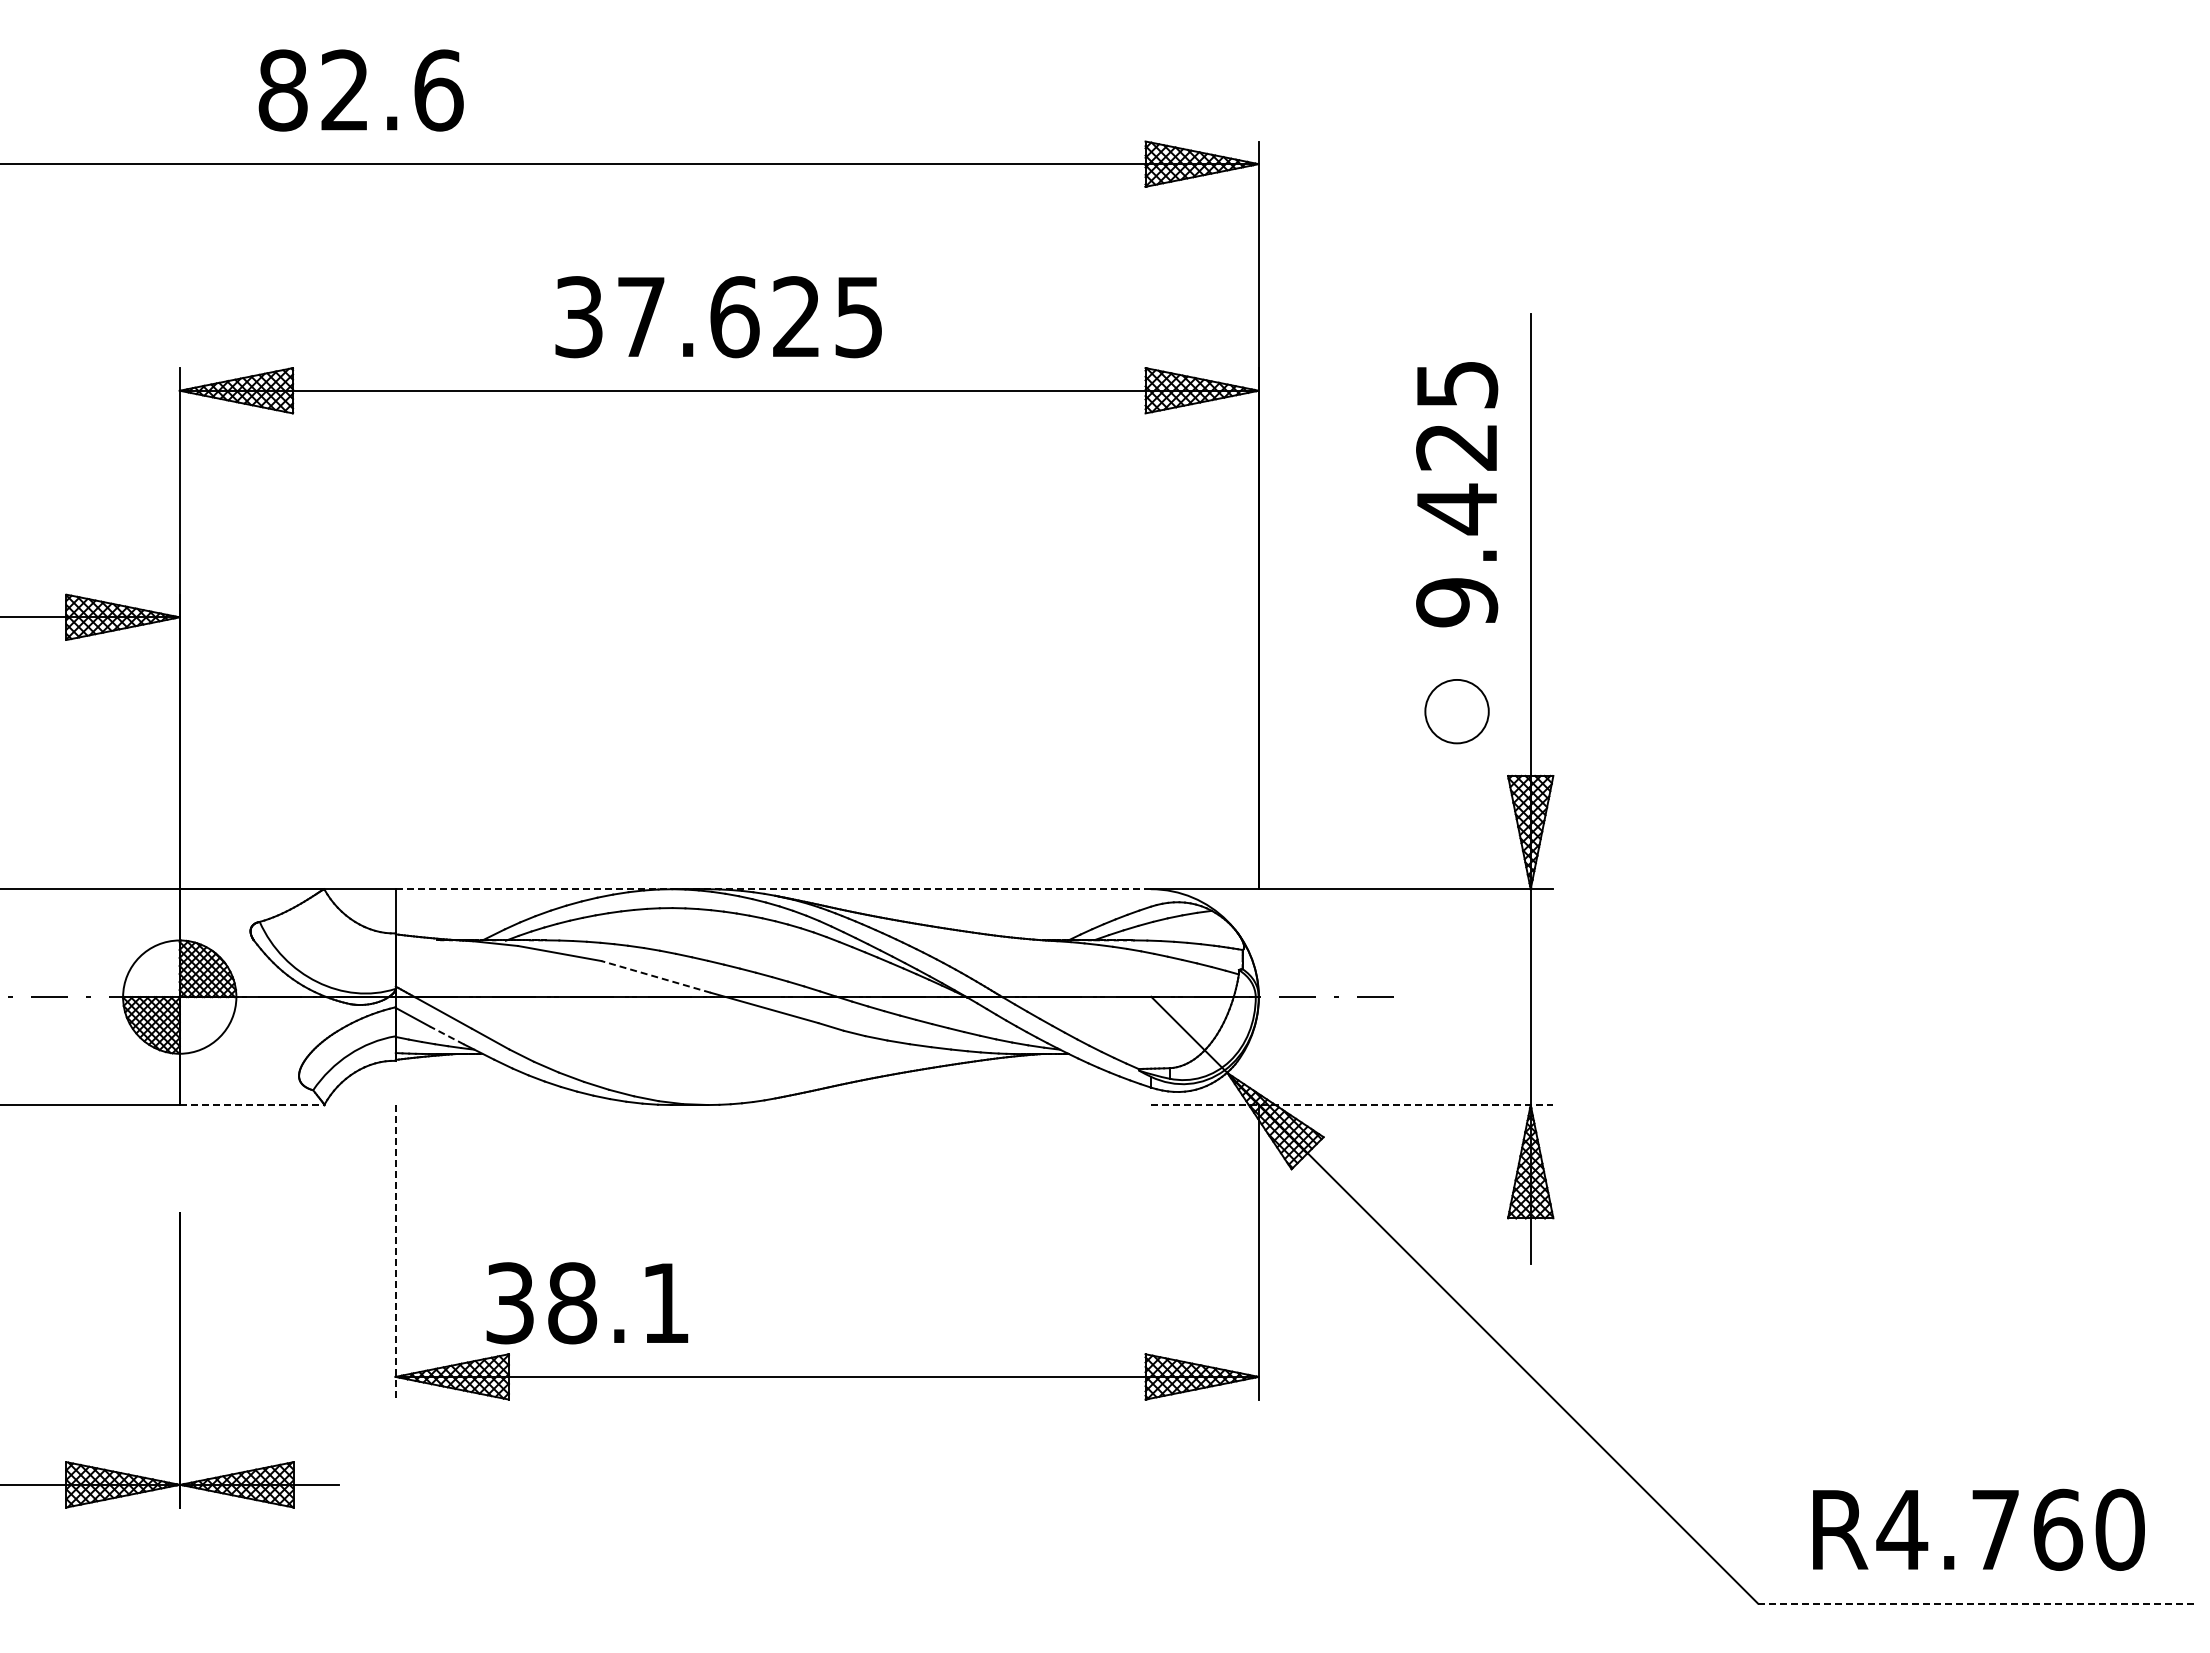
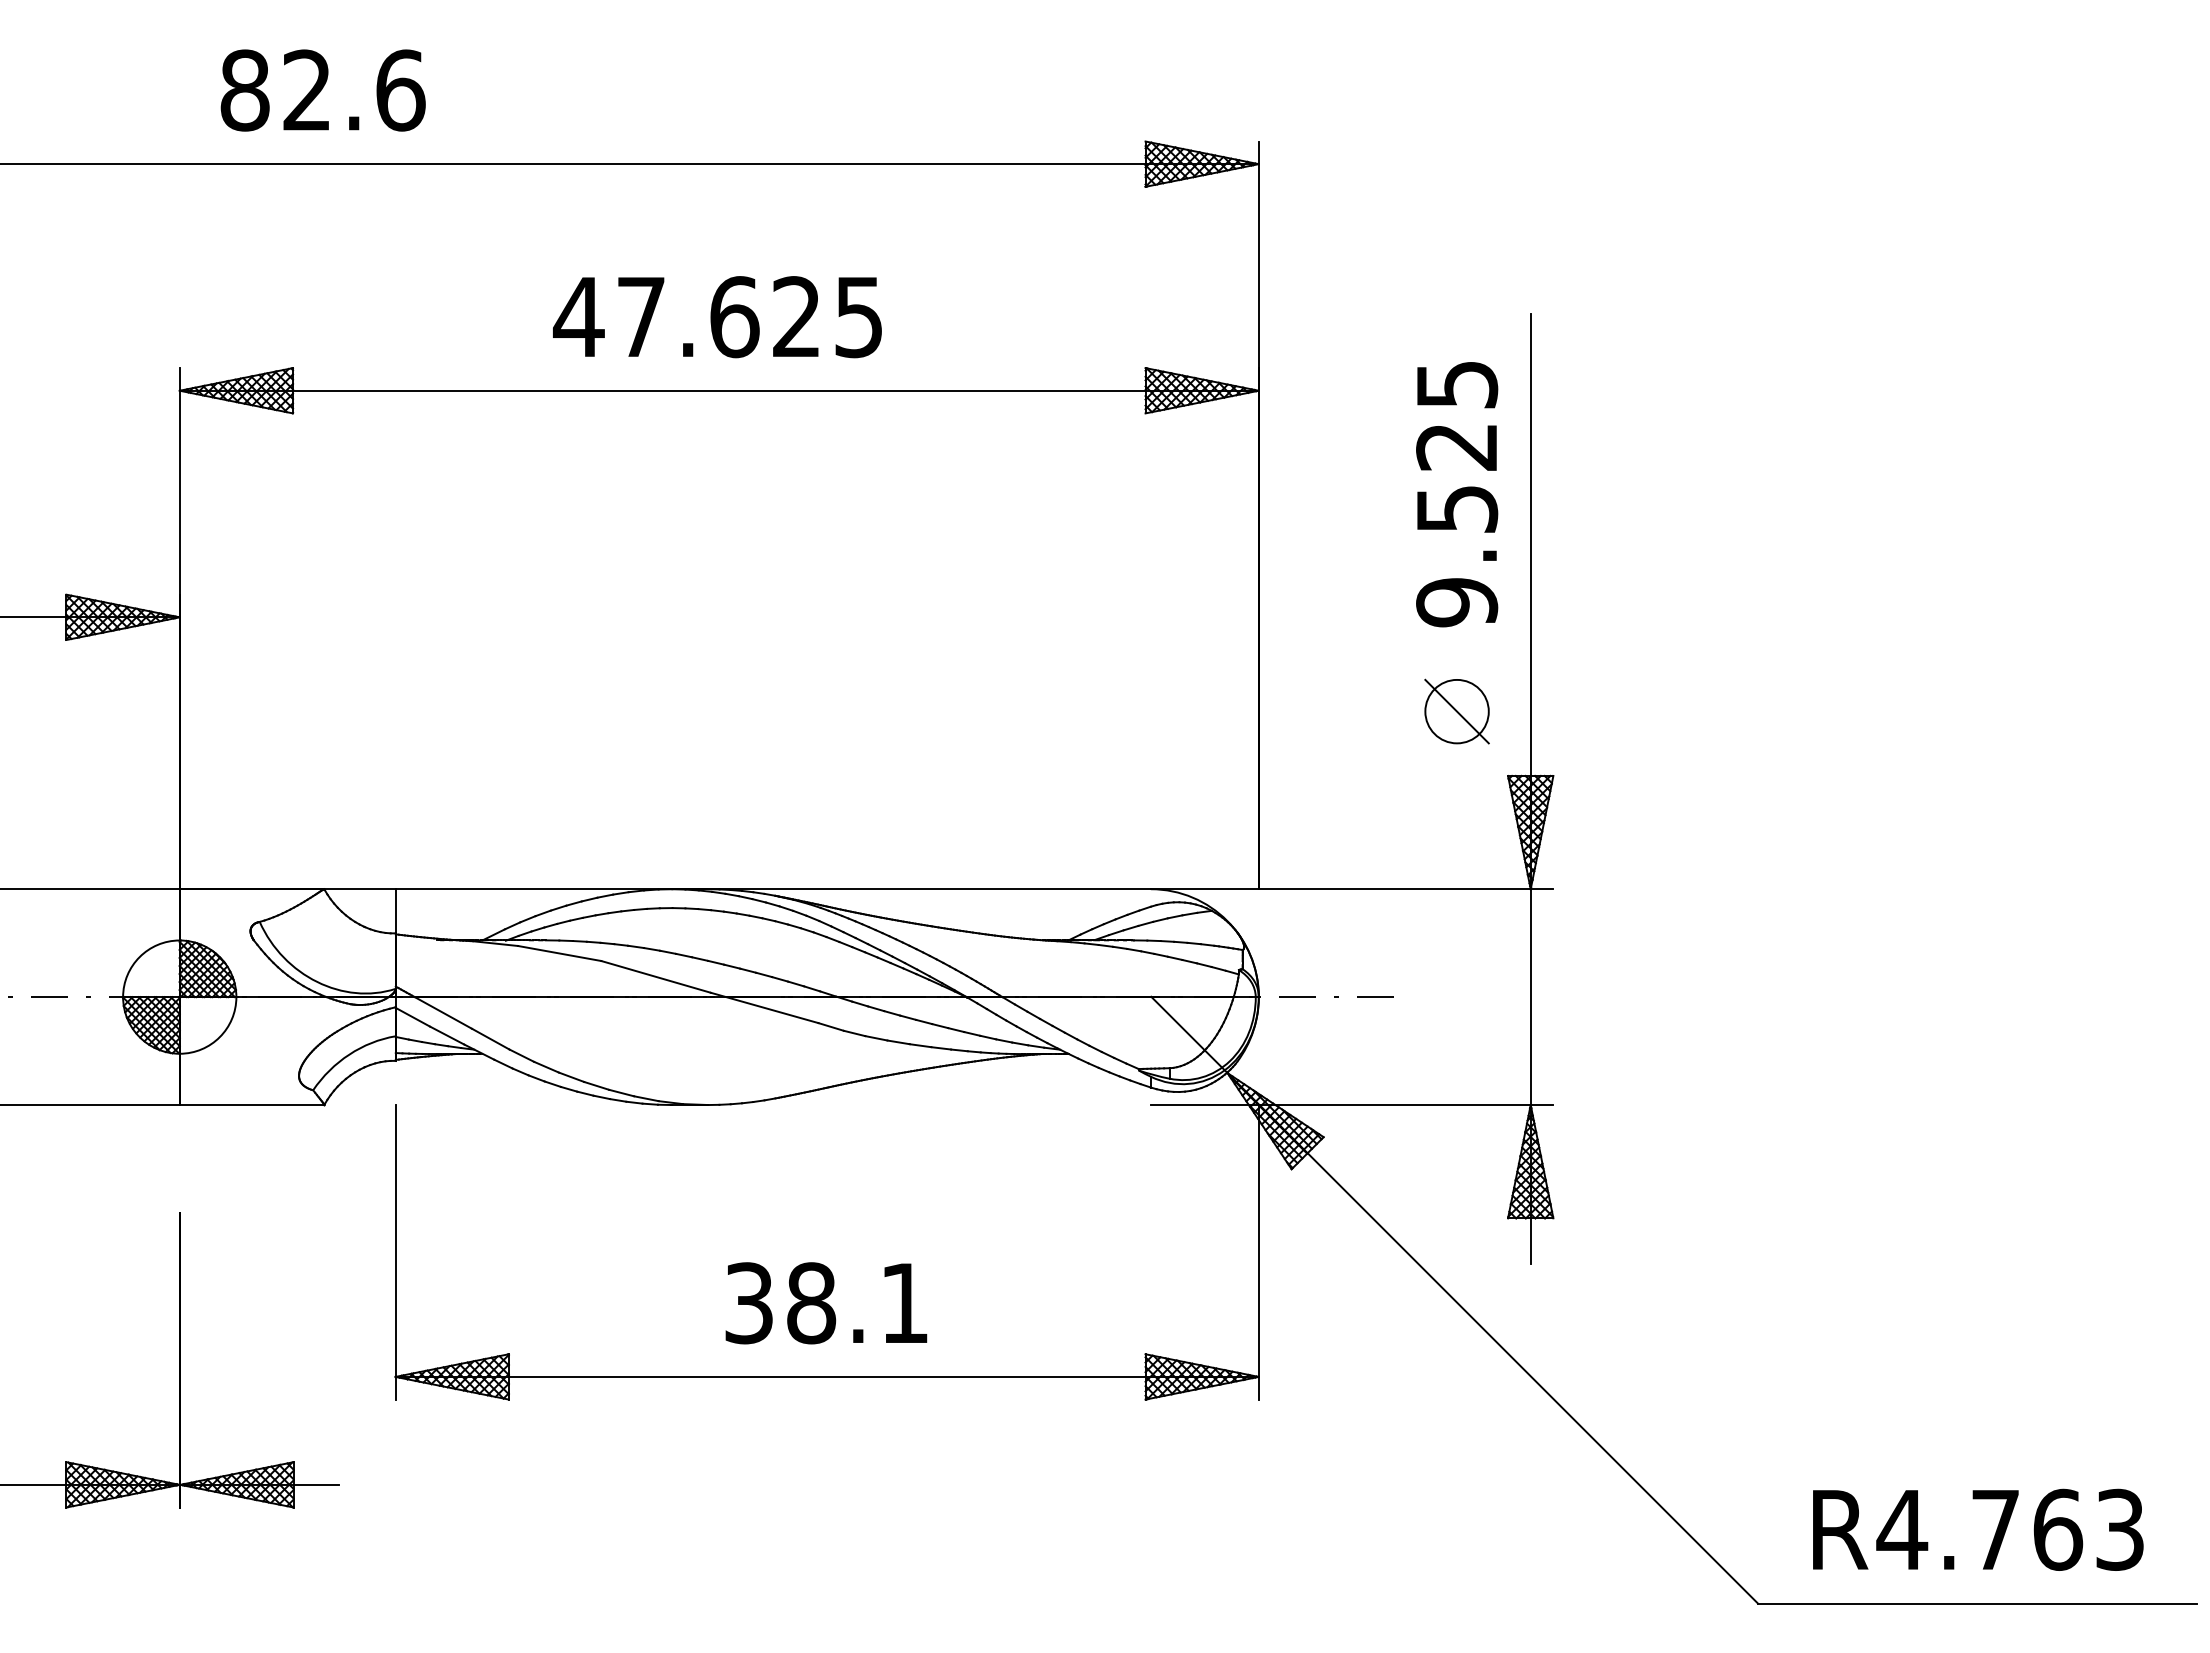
text at (360, 90) position: (360, 90) -> (322, 90)
text at (578, 317): 37.625 -> 47.625
text at (1457, 509): 9.425 -> 9.525
line at (1456, 711): none -> present
line at (773, 889): dashed -> solid
line at (655, 976): dashed -> solid
line at (446, 1035): dashed -> solid
line at (252, 1105): dashed -> solid
line at (1352, 1105): dashed -> solid
line at (395, 1252): dashed -> solid
text at (587, 1303) position: (587, 1303) -> (826, 1303)
text at (2119, 1529): R4.760 -> R4.763
line at (1977, 1603): dashed -> solid
